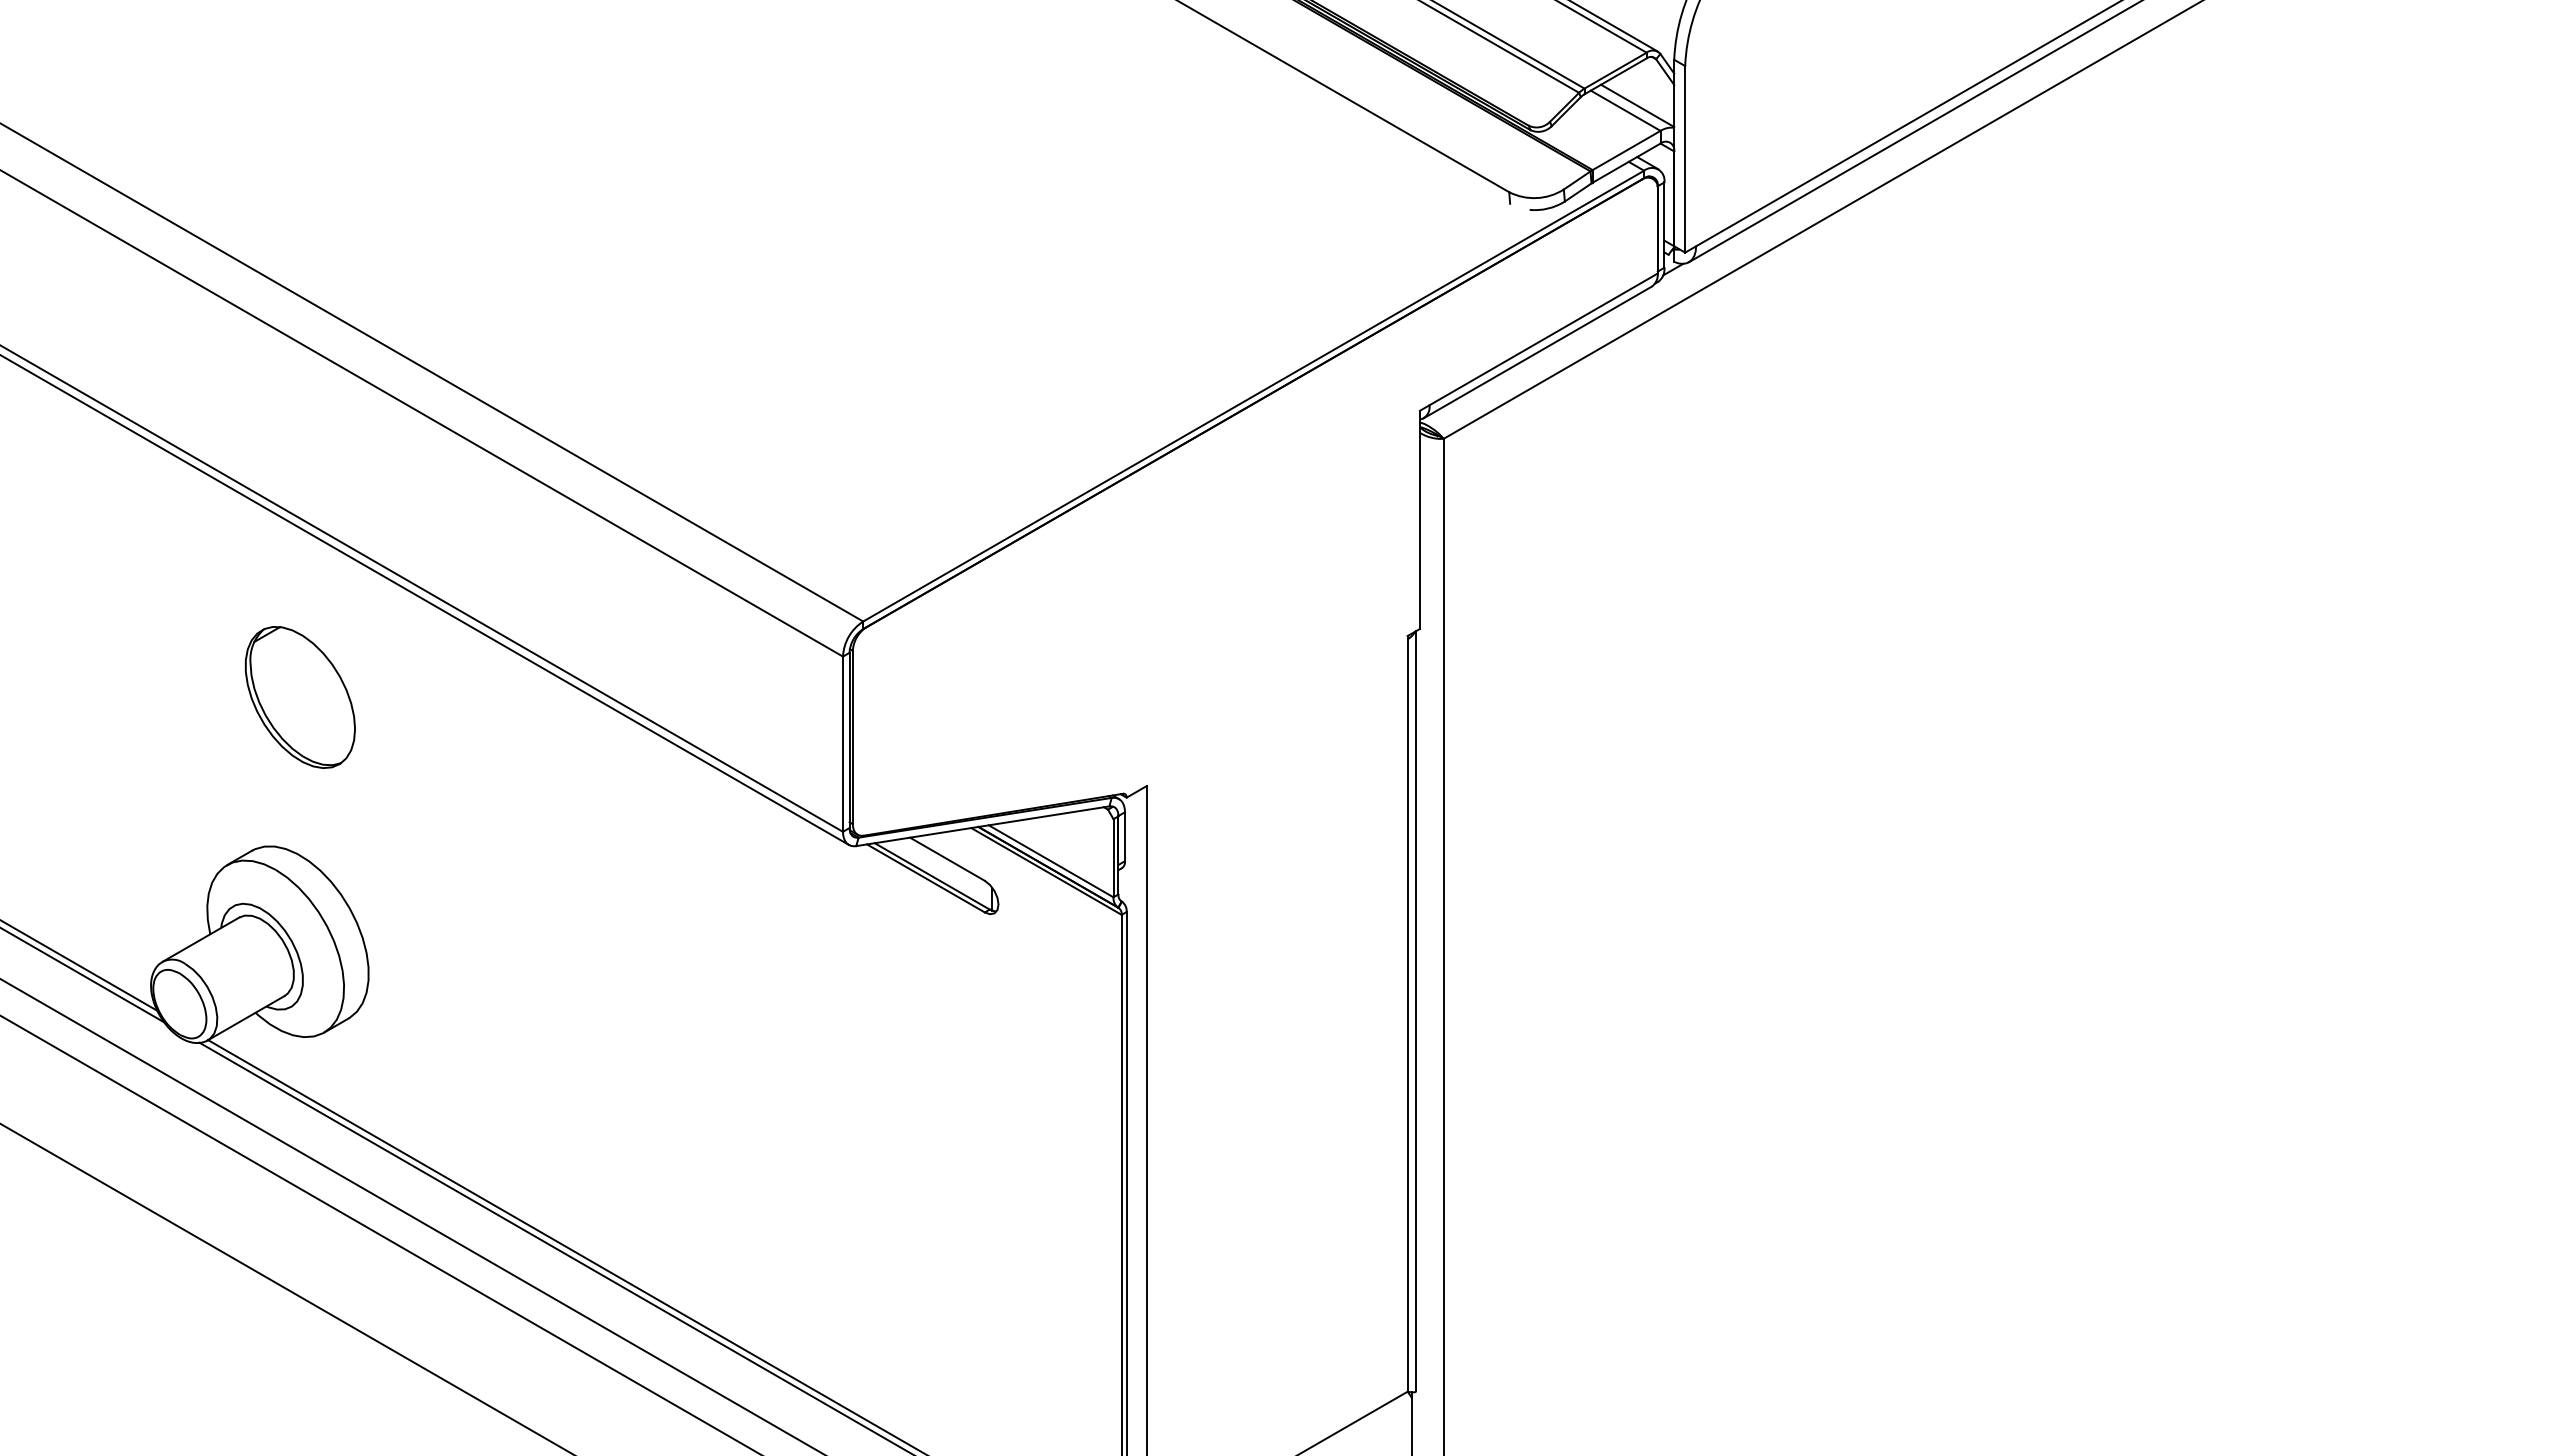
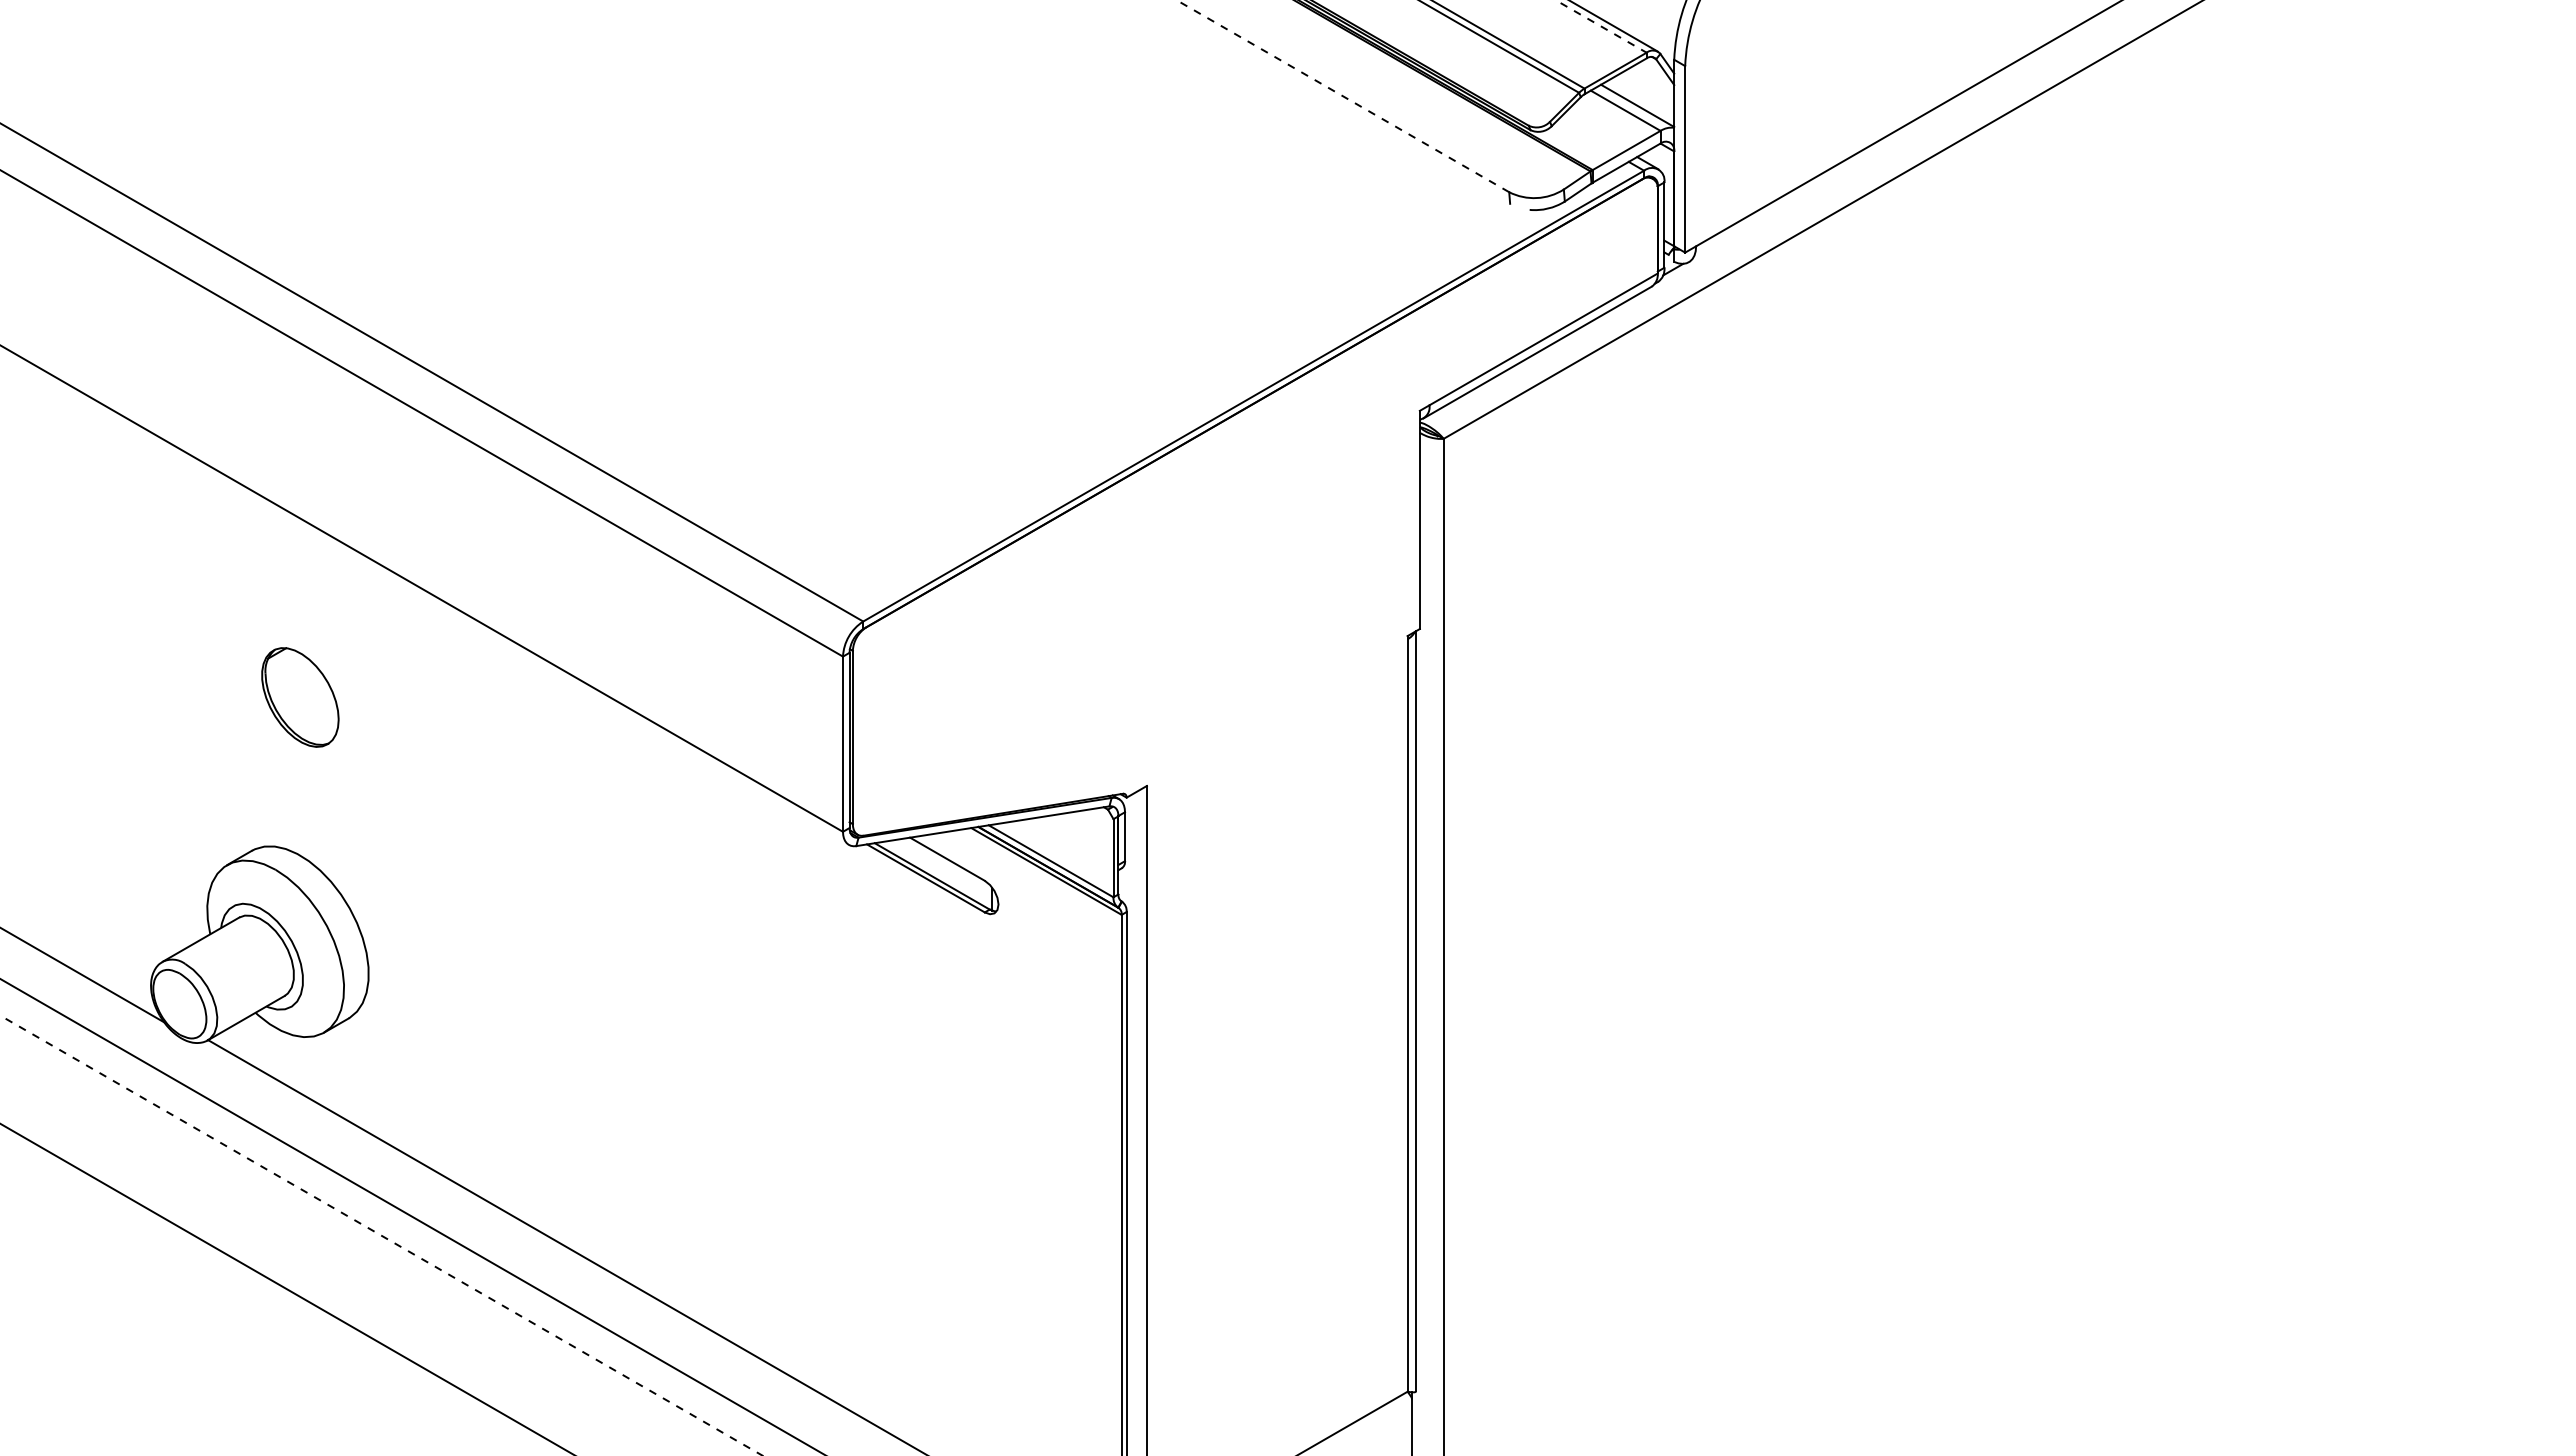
line at (1601, 26): solid -> dashed
line at (1343, 96): solid -> dashed
line at (1913, 132): present -> none
line at (425, 600): present -> none
part at (300, 697) size: 111x143 px -> 79x101 px
line at (79, 965): present -> none
line at (381, 1235): solid -> dashed
line at (554, 1247): present -> none
